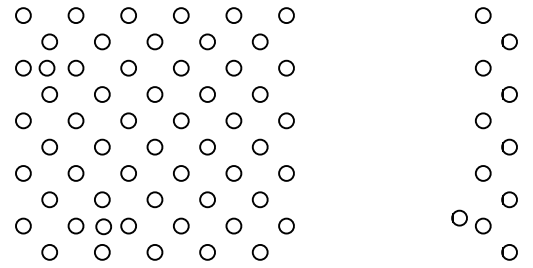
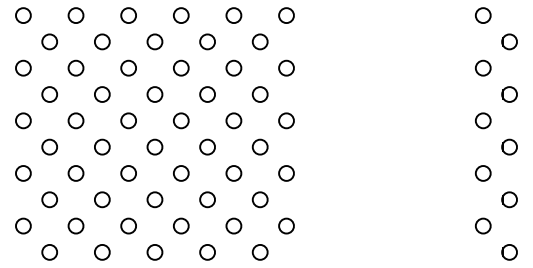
circle at (46, 67): present -> none
part at (459, 217): present -> none
circle at (103, 226): present -> none
